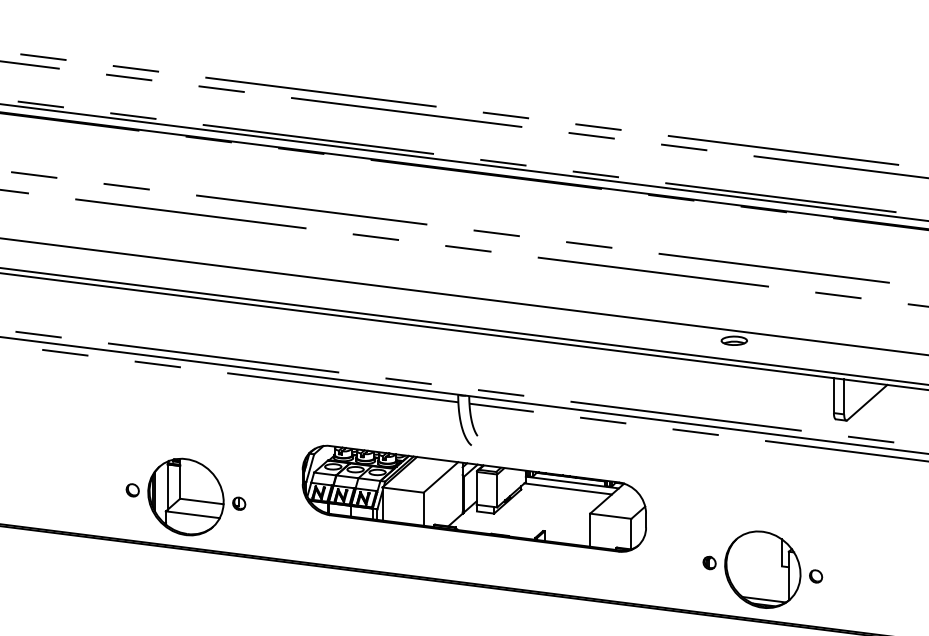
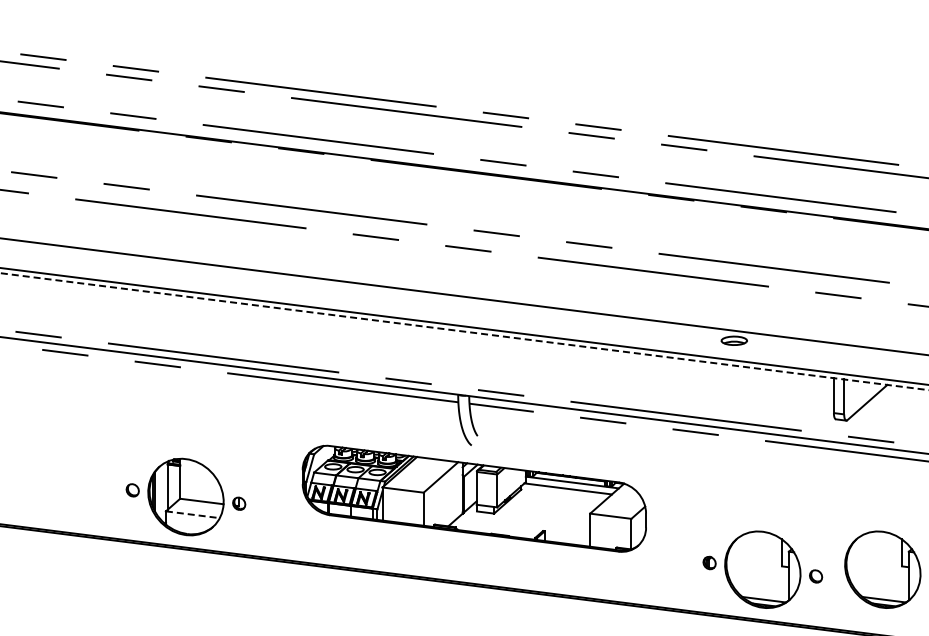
line at (463, 162): present -> none
line at (464, 331): solid -> dashed
line at (193, 514): solid -> dashed
part at (882, 569): none -> present
